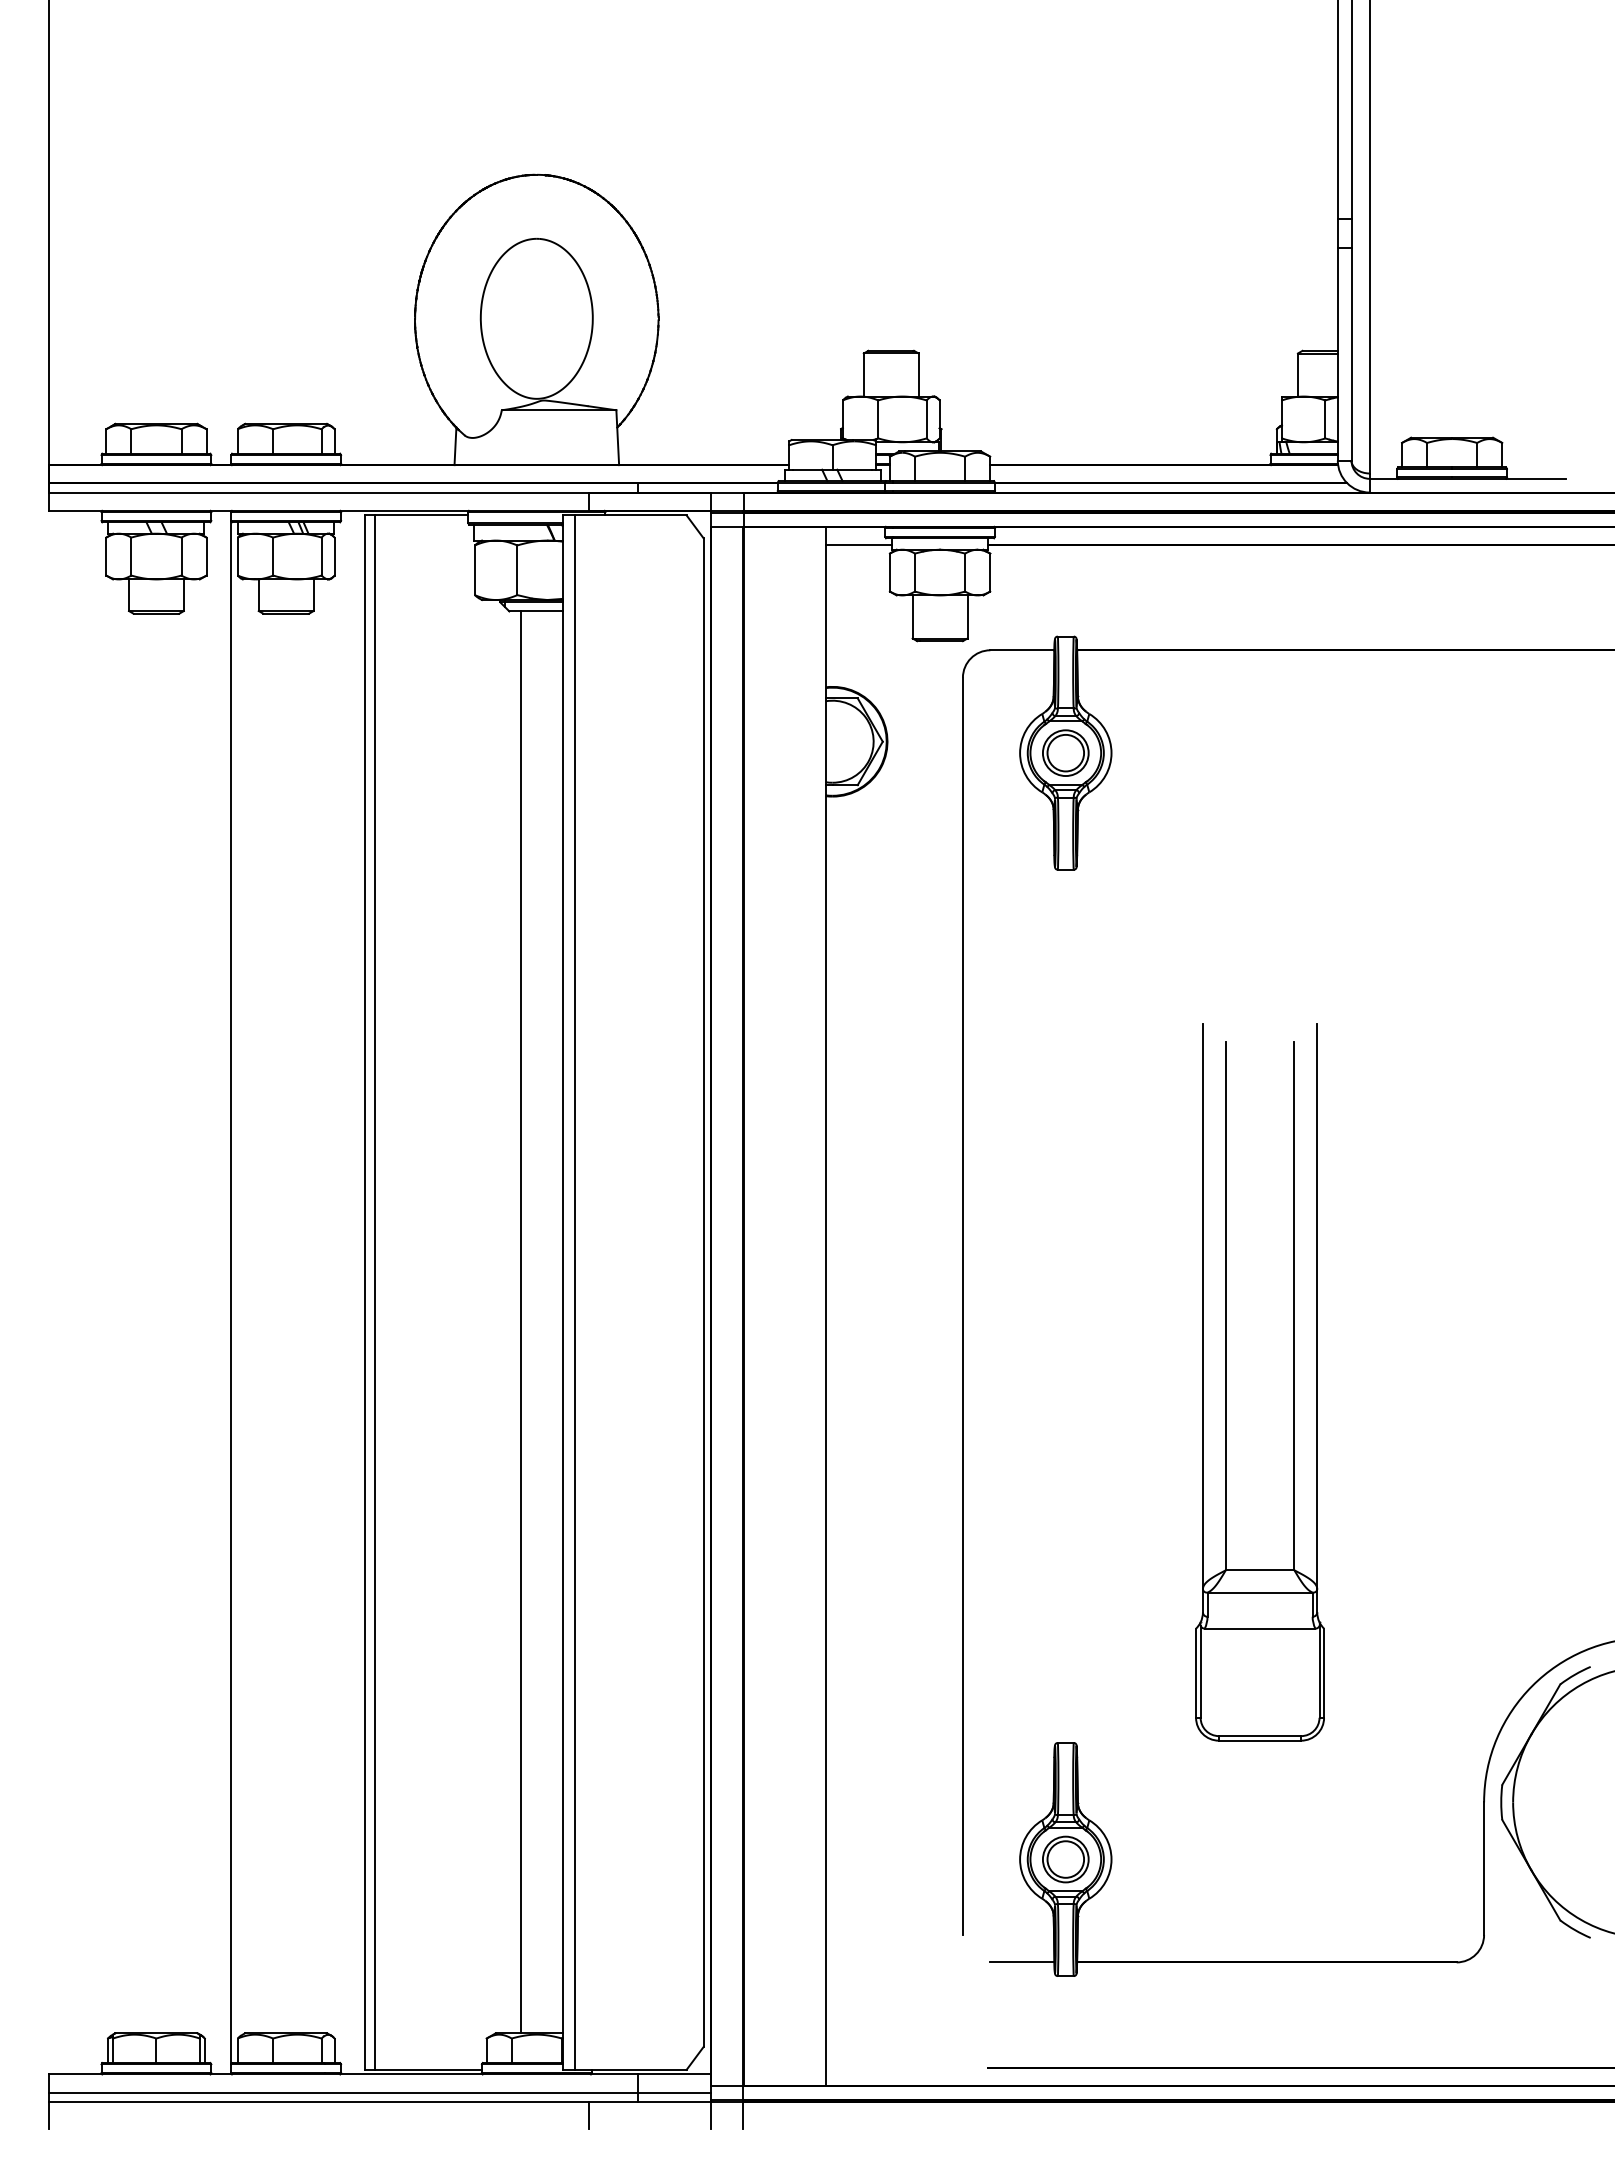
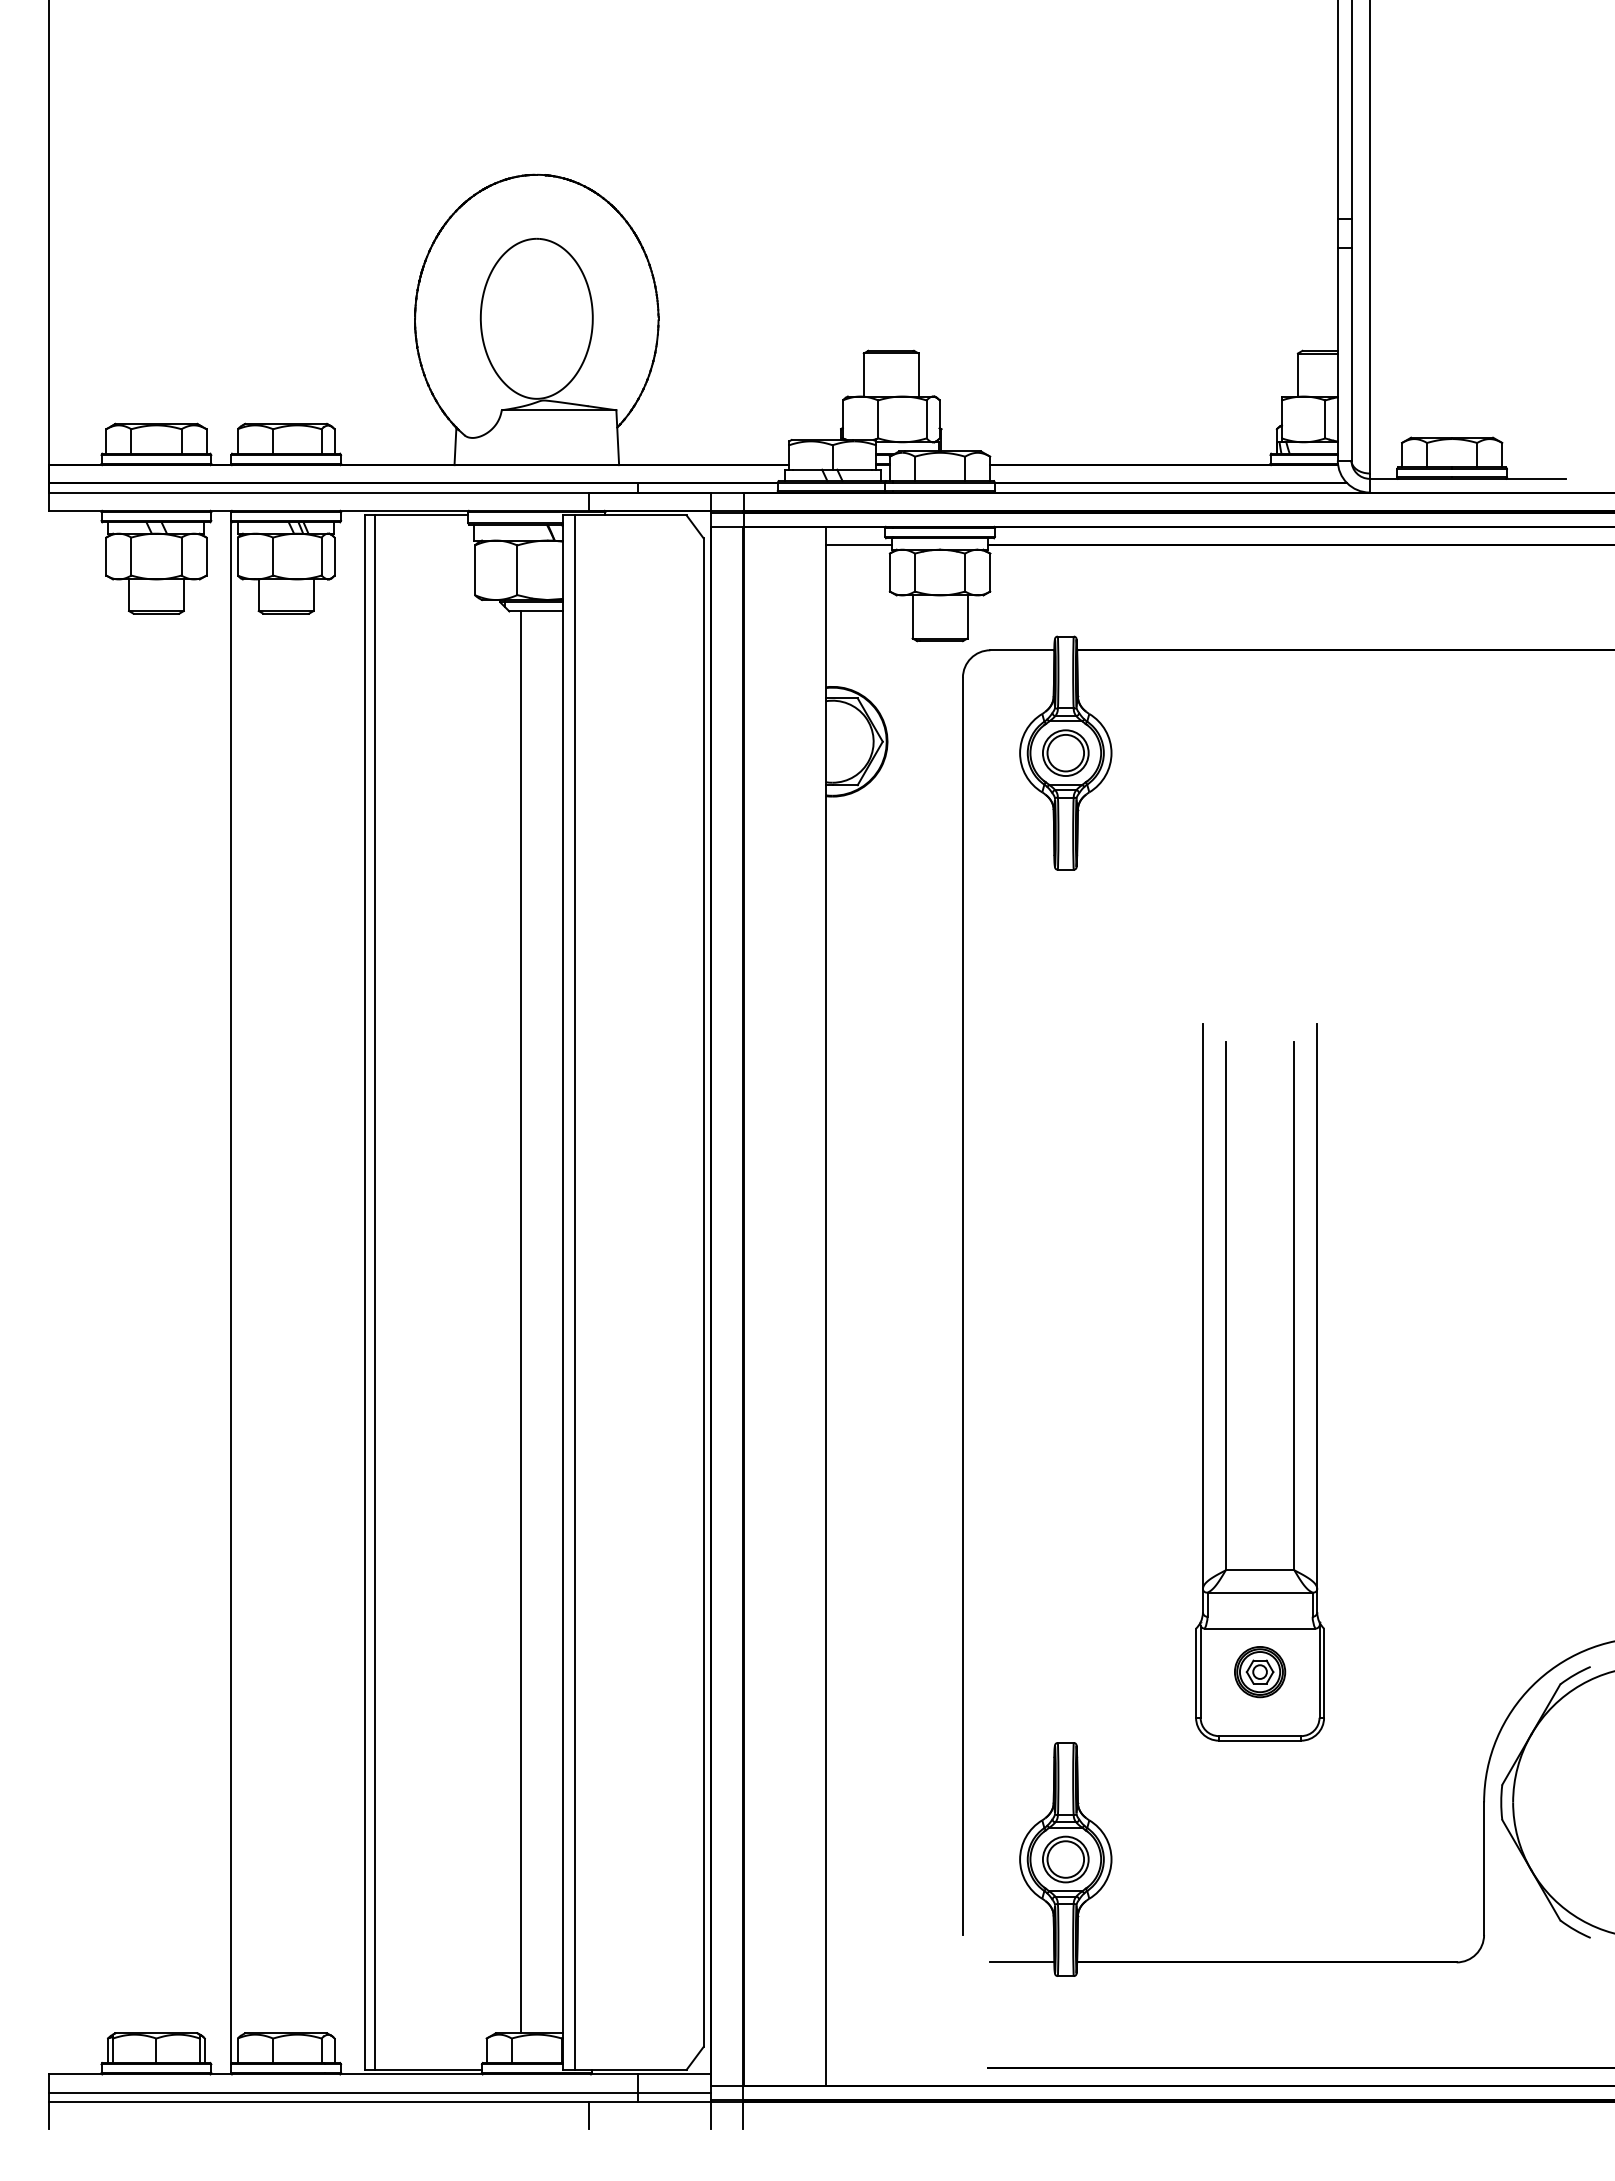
part at (1260, 1672): none -> present
